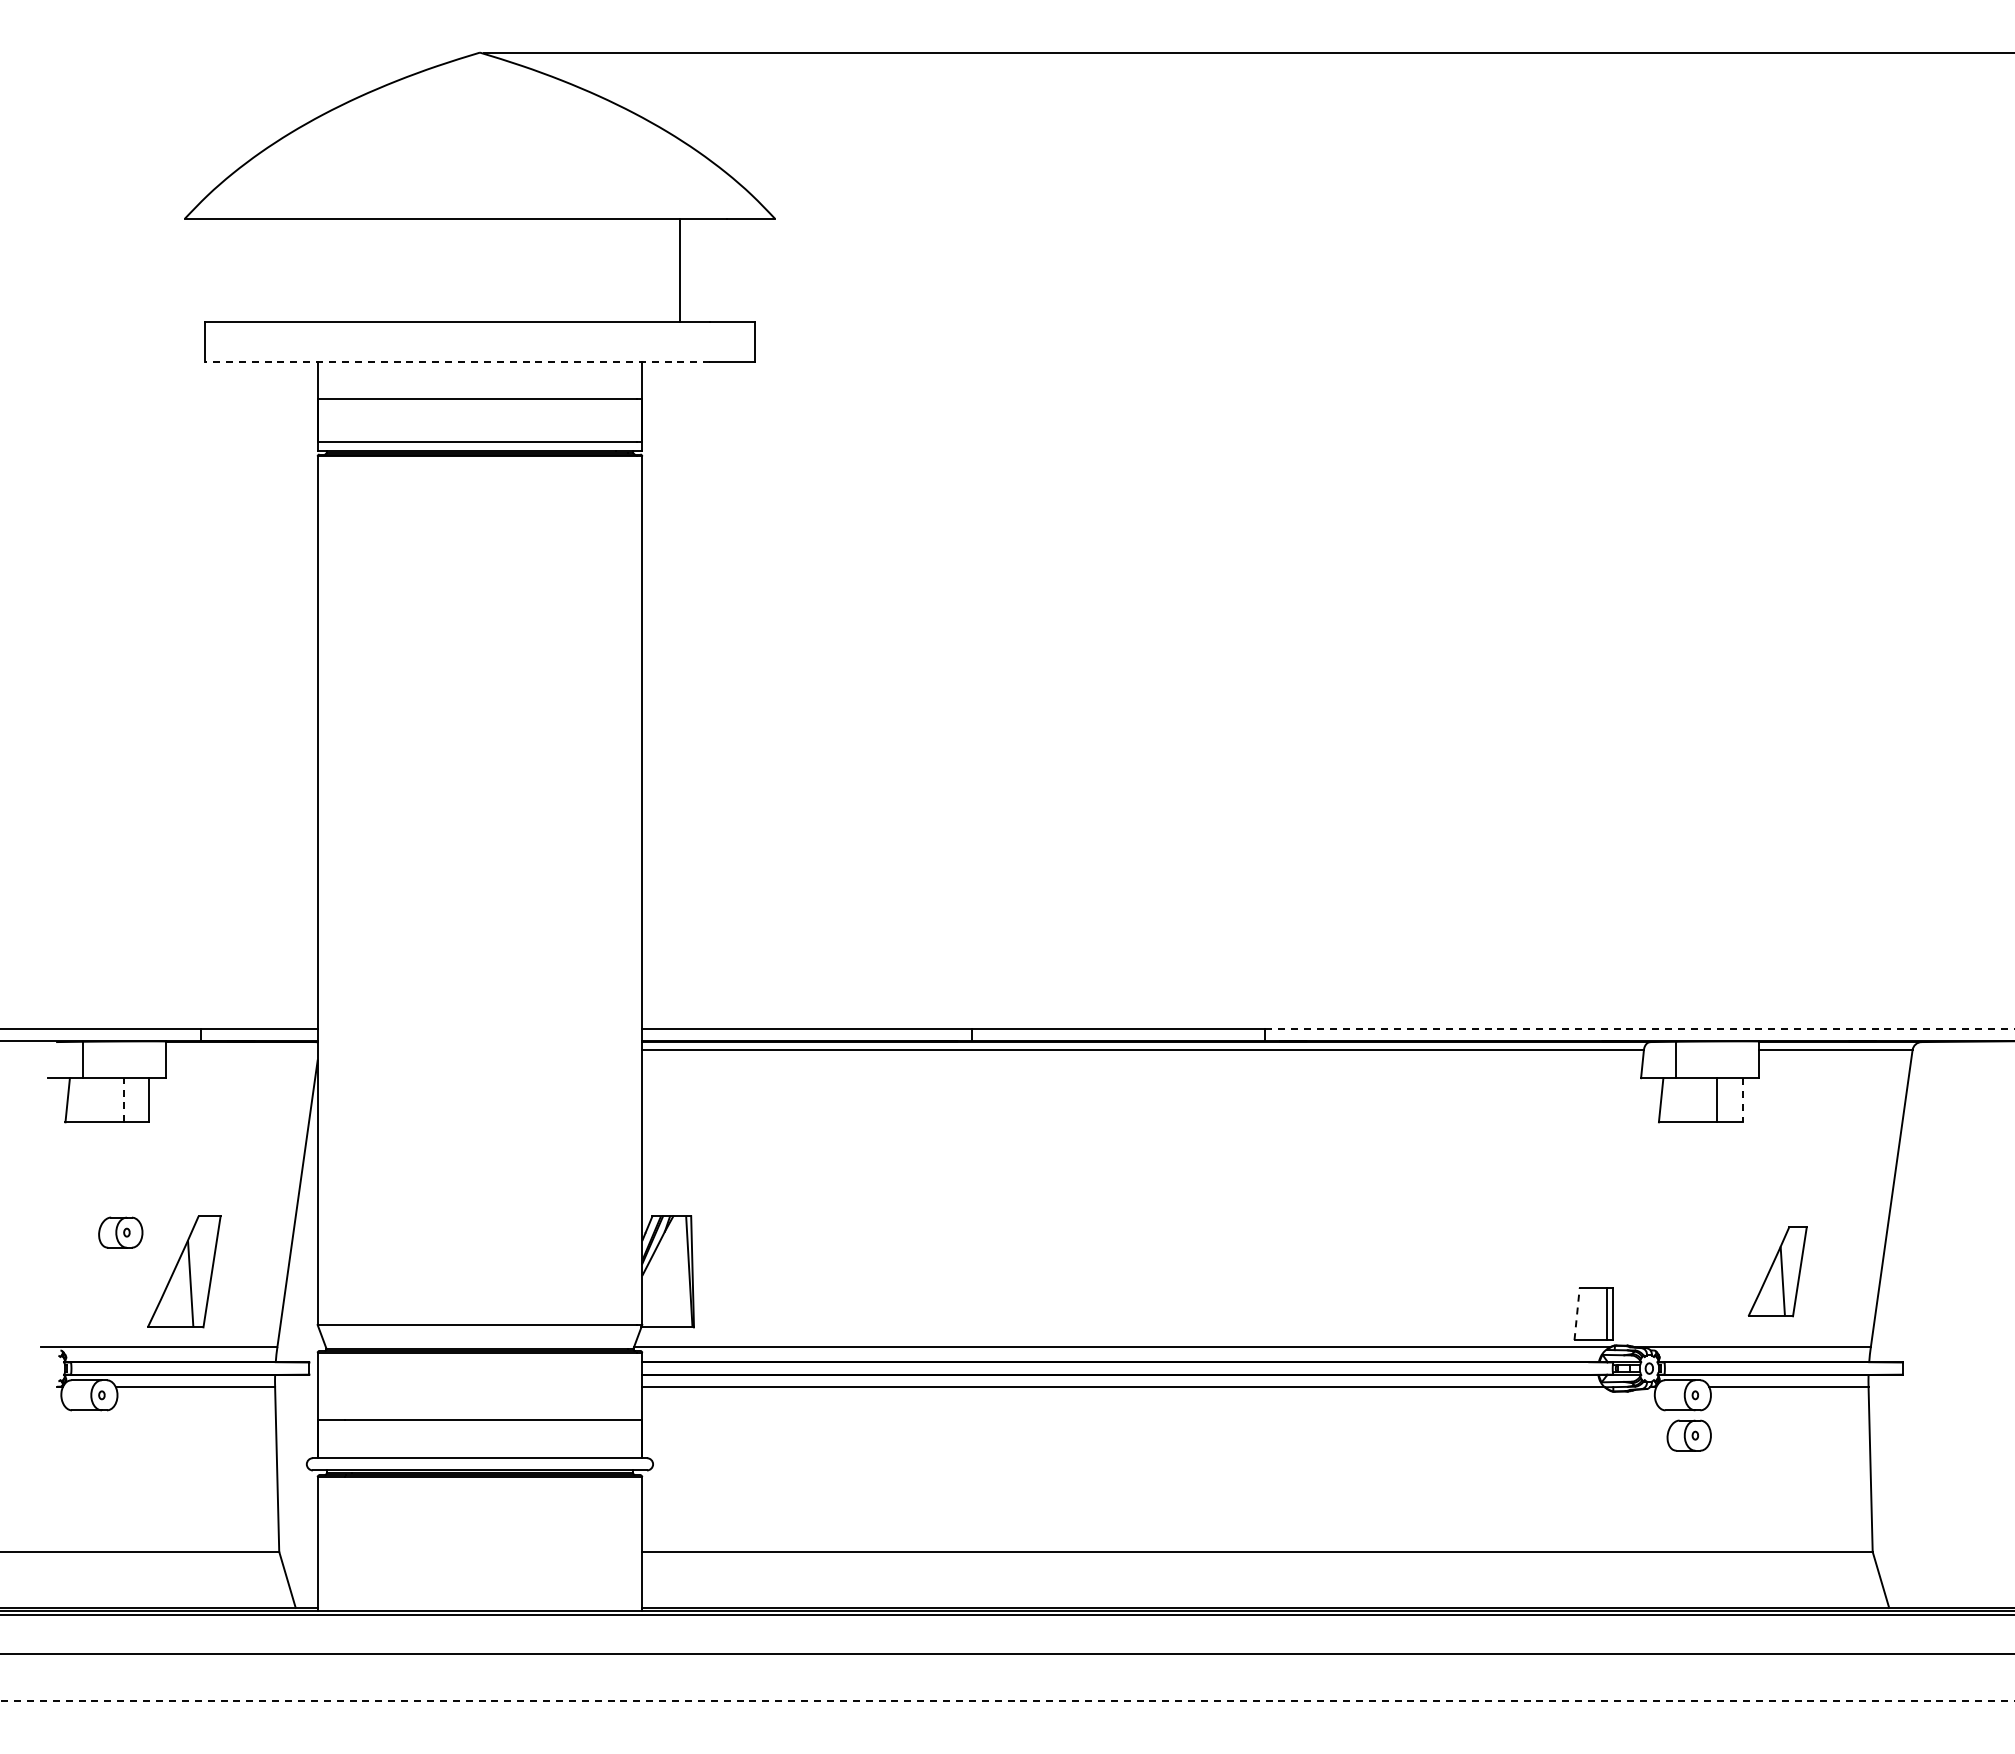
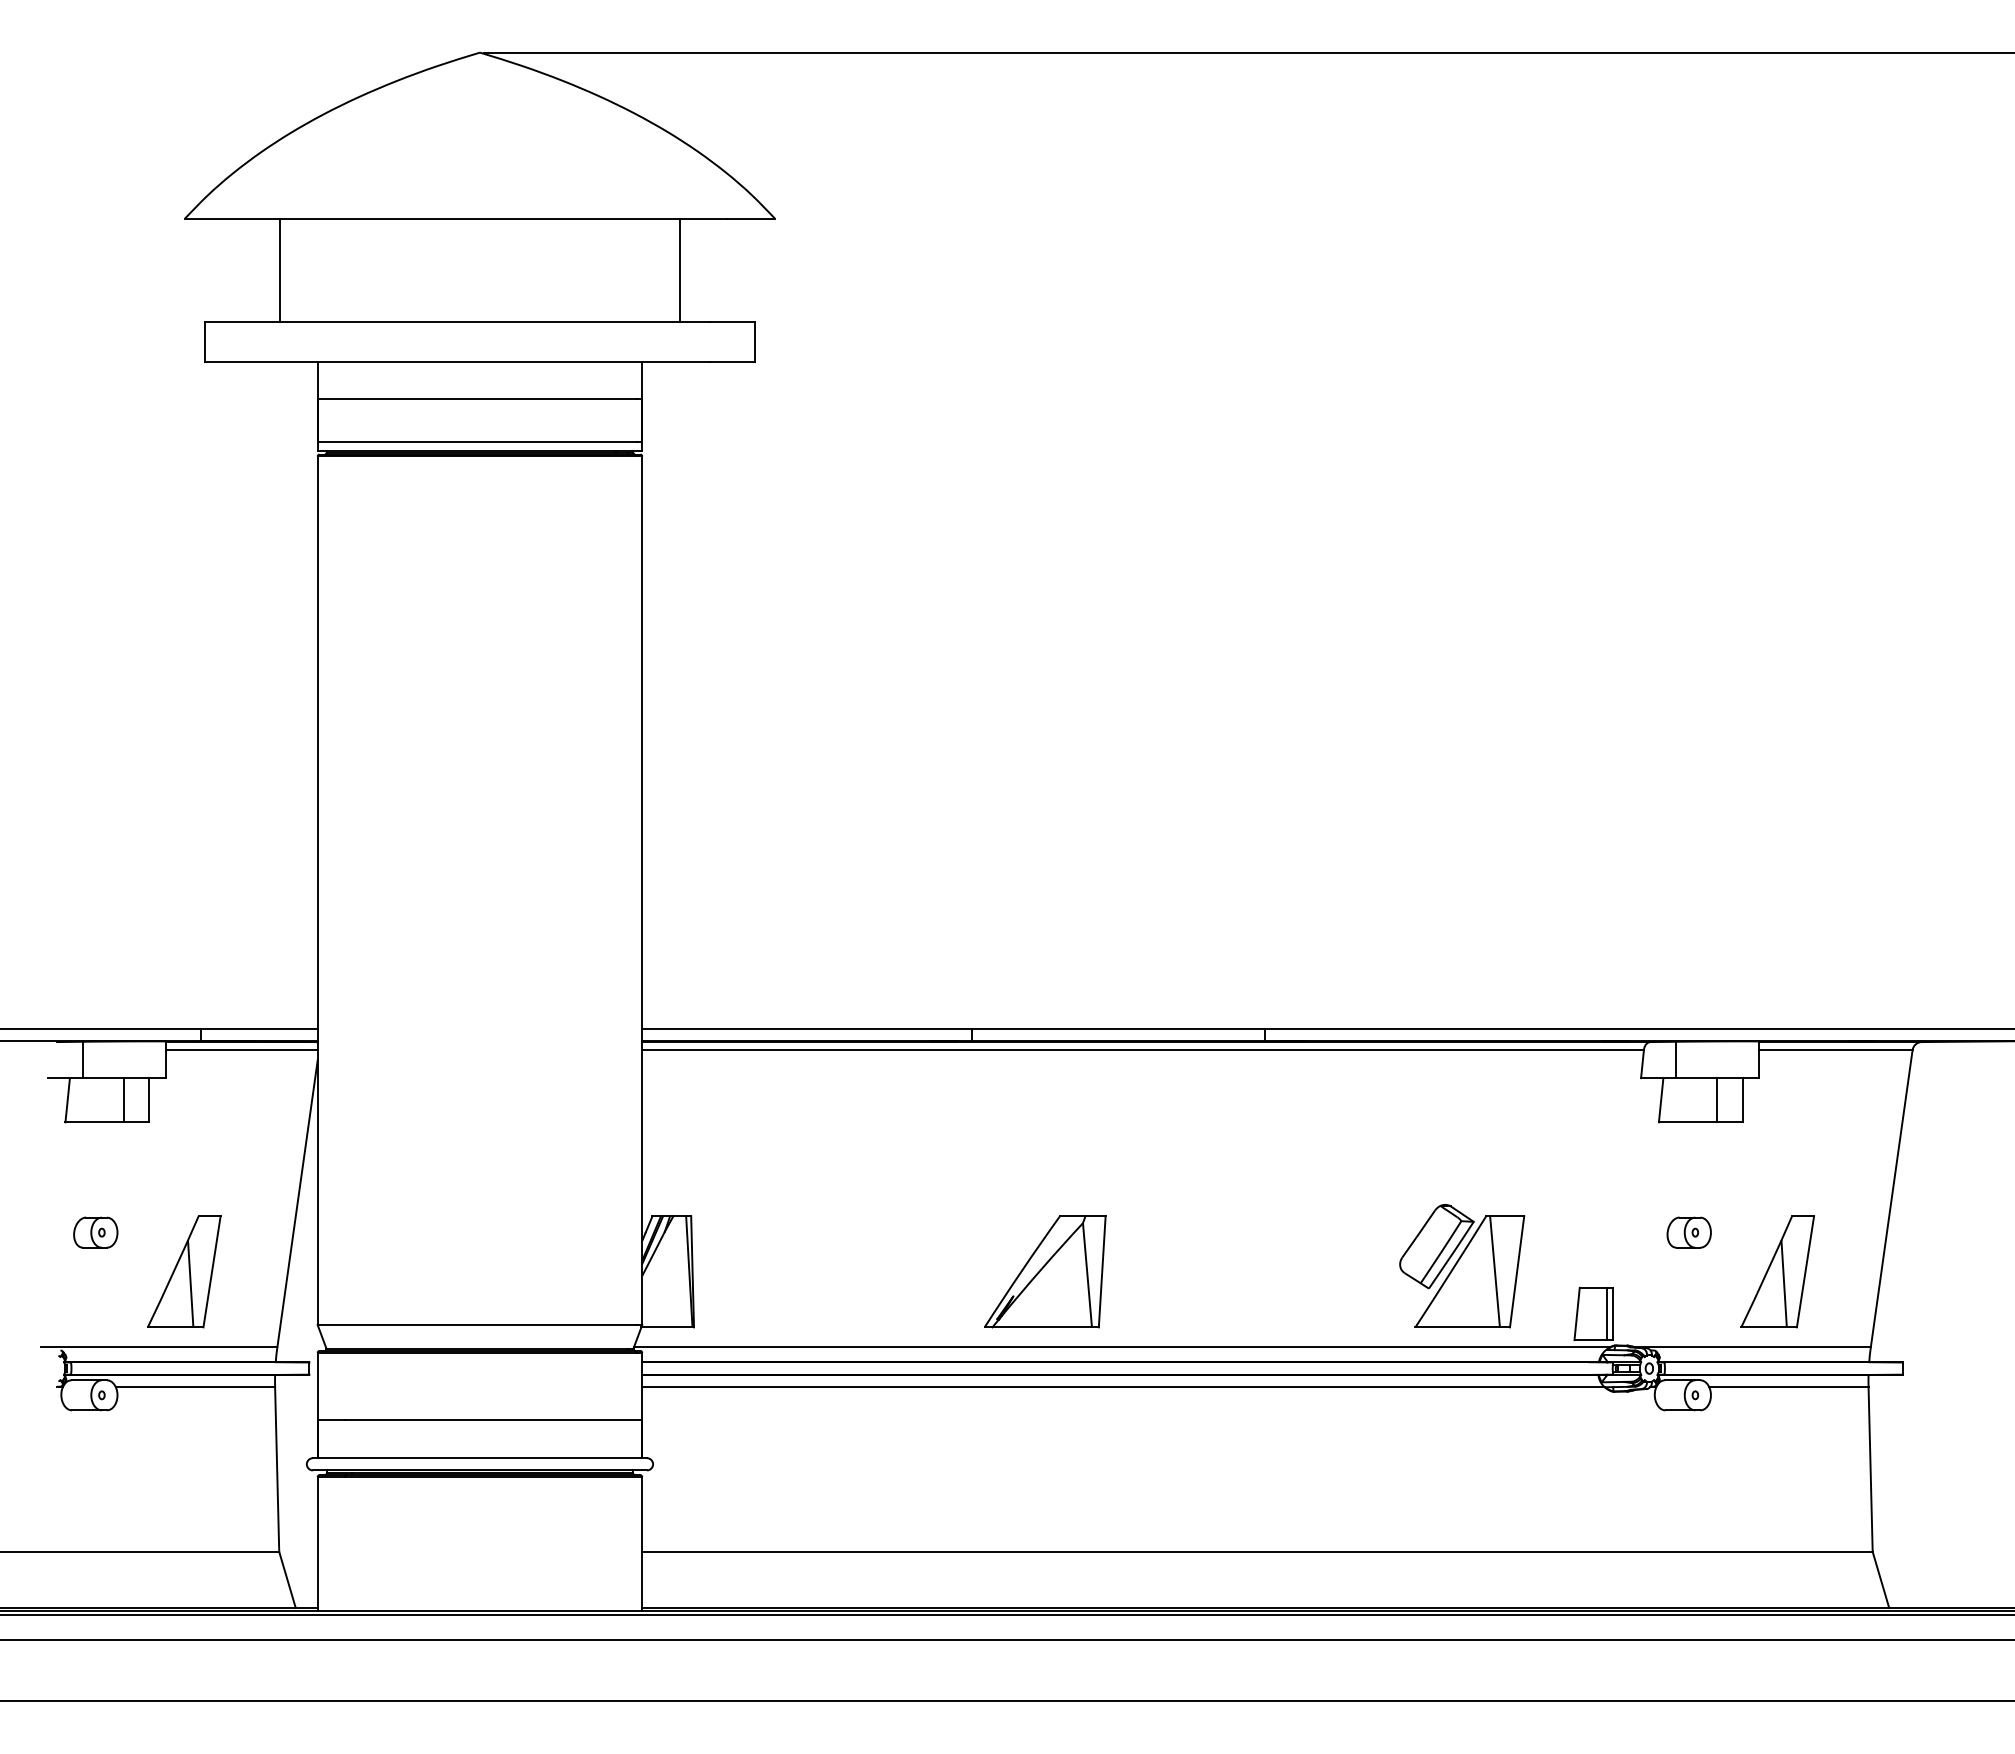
line at (280, 270): none -> present
line at (457, 362): dashed -> solid
line at (1639, 1029): dashed -> solid
line at (241, 1050): none -> present
line at (123, 1099): dashed -> solid
line at (1742, 1100): dashed -> solid
part at (120, 1232) position: (120, 1232) -> (95, 1232)
part at (1462, 1266): none -> present
part at (1045, 1271): none -> present
part at (1777, 1271) size: 61x92 px -> 75x114 px
line at (1577, 1313): dashed -> solid
part at (1688, 1435) position: (1688, 1435) -> (1688, 1232)
line at (1006, 1654) position: (1006, 1654) -> (1006, 1640)
line at (1007, 1701): dashed -> solid
